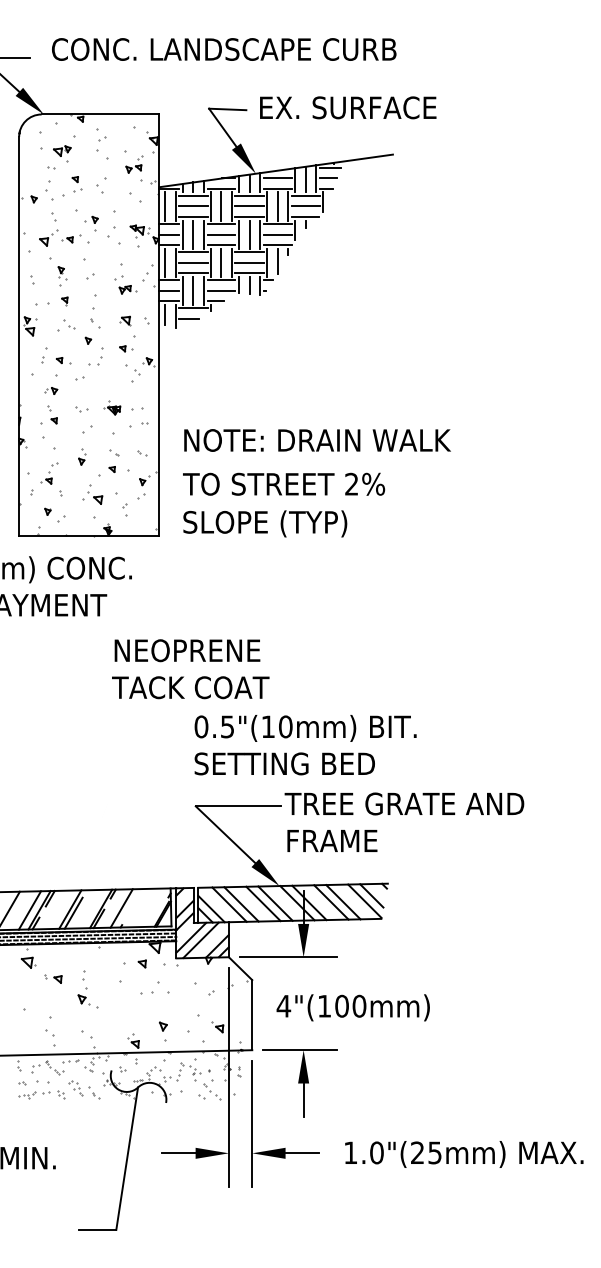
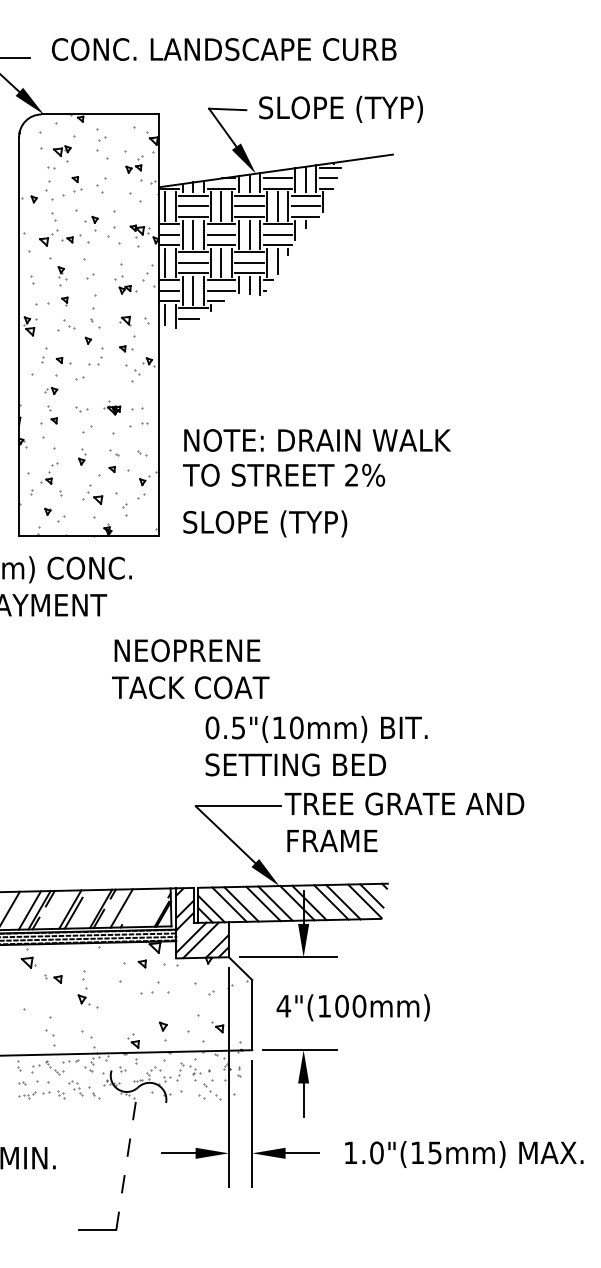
text at (347, 108): EX. SURFACE -> SLOPE (TYP)
text at (284, 483) position: (284, 483) -> (284, 474)
text at (305, 745) position: (305, 745) -> (316, 746)
text at (417, 1152): 1.0"(25mm) -> 1.0"(15mm)
line at (127, 1158): solid -> dashed
